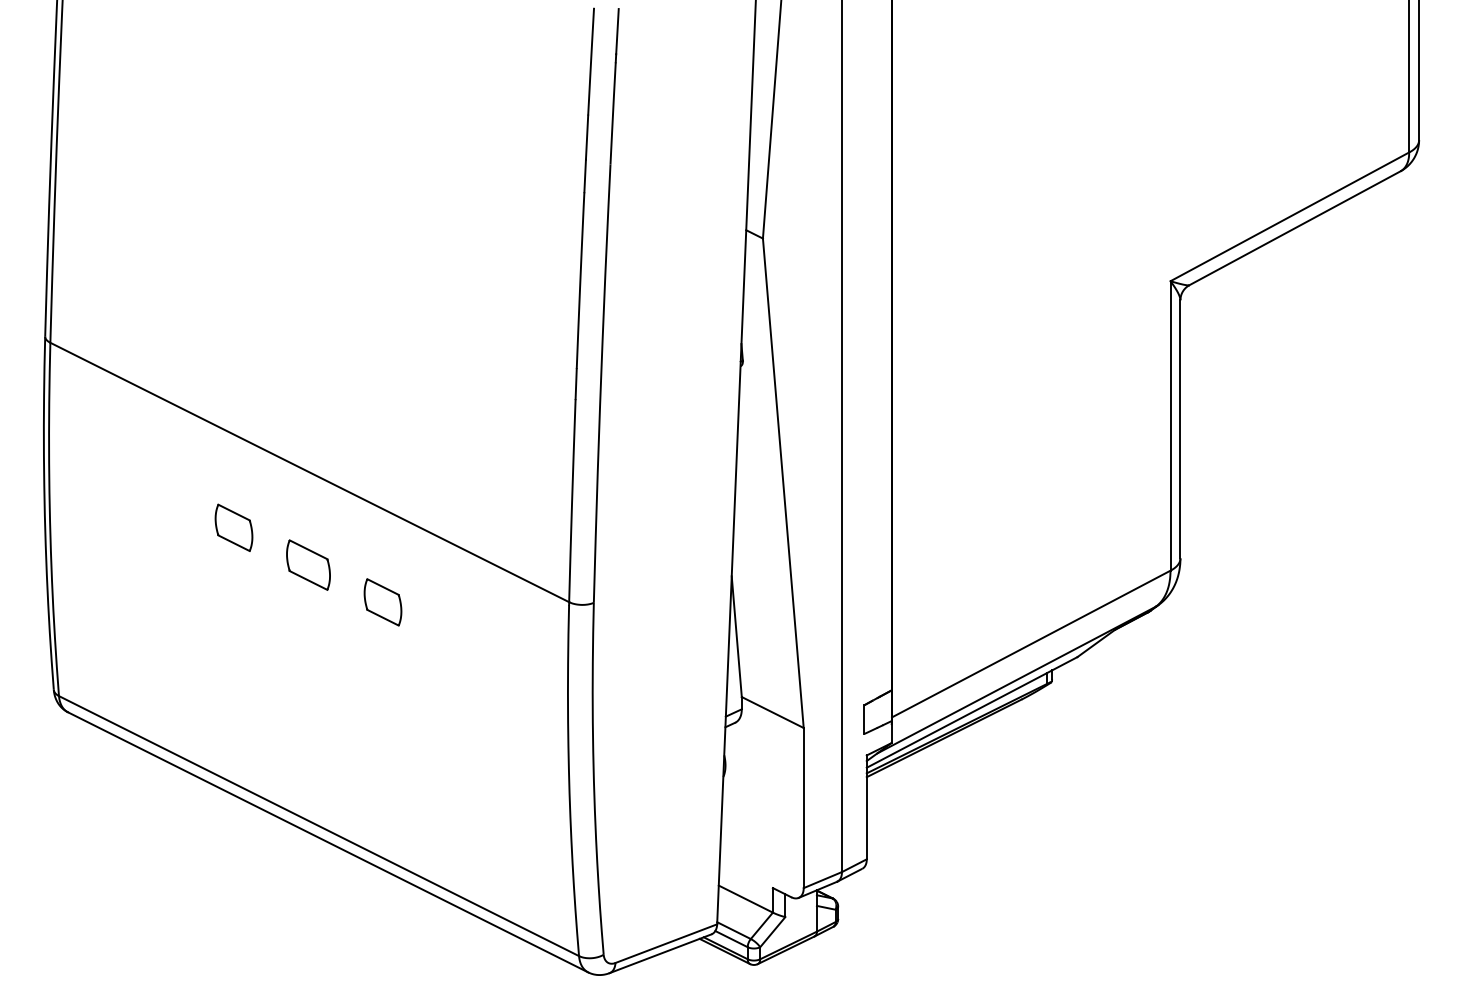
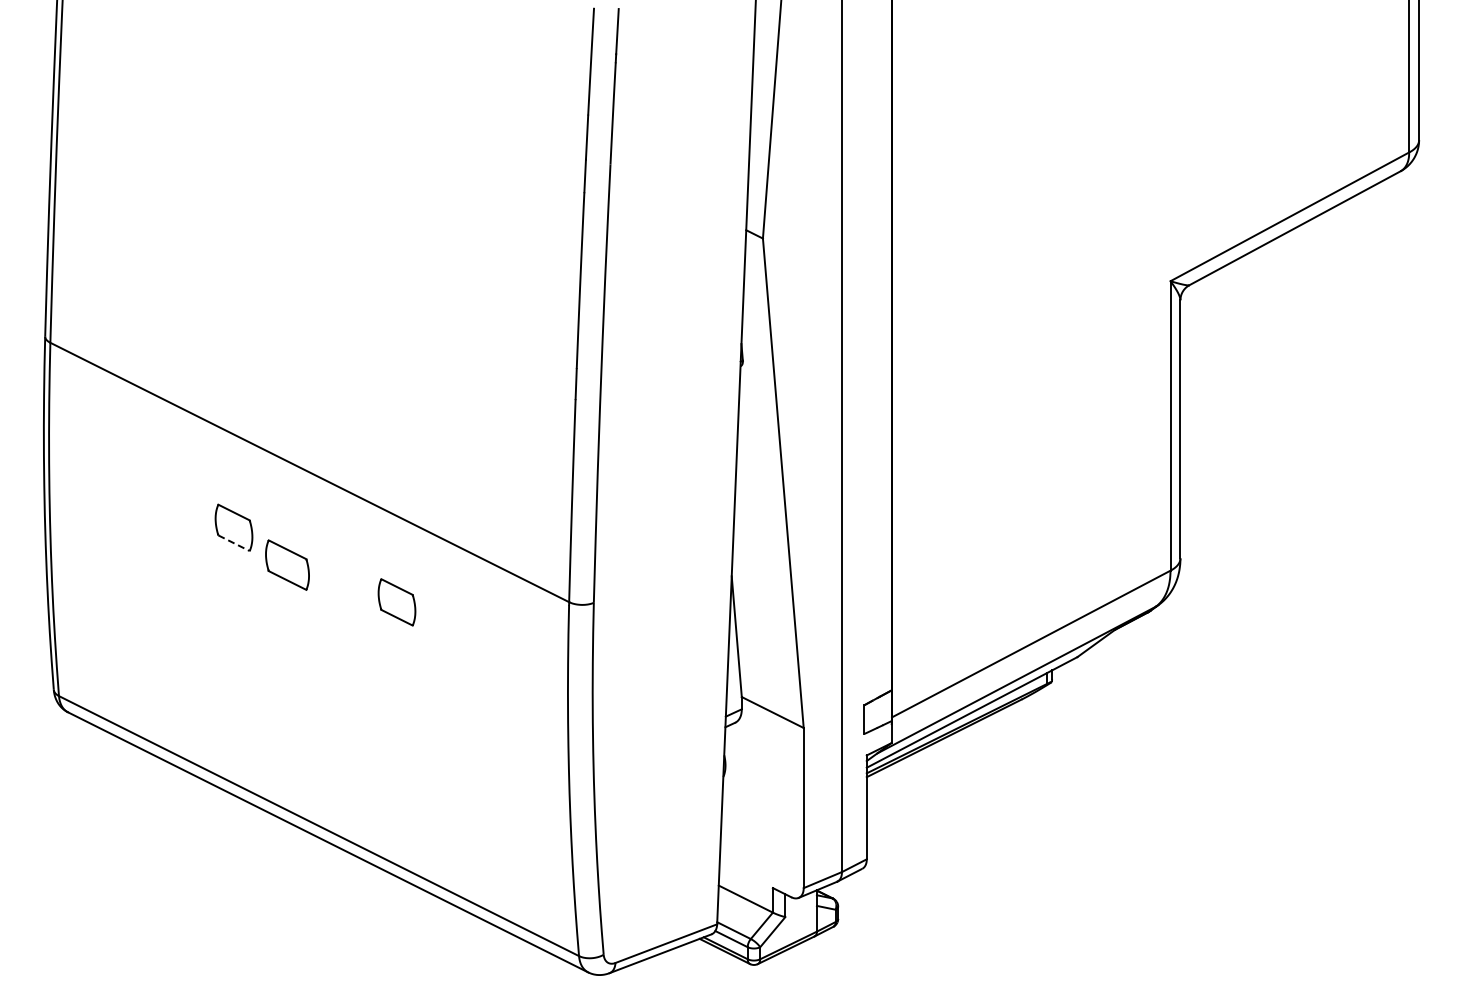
line at (234, 543): solid -> dashed
part at (308, 564) position: (308, 564) -> (287, 564)
part at (382, 602) position: (382, 602) -> (396, 602)
